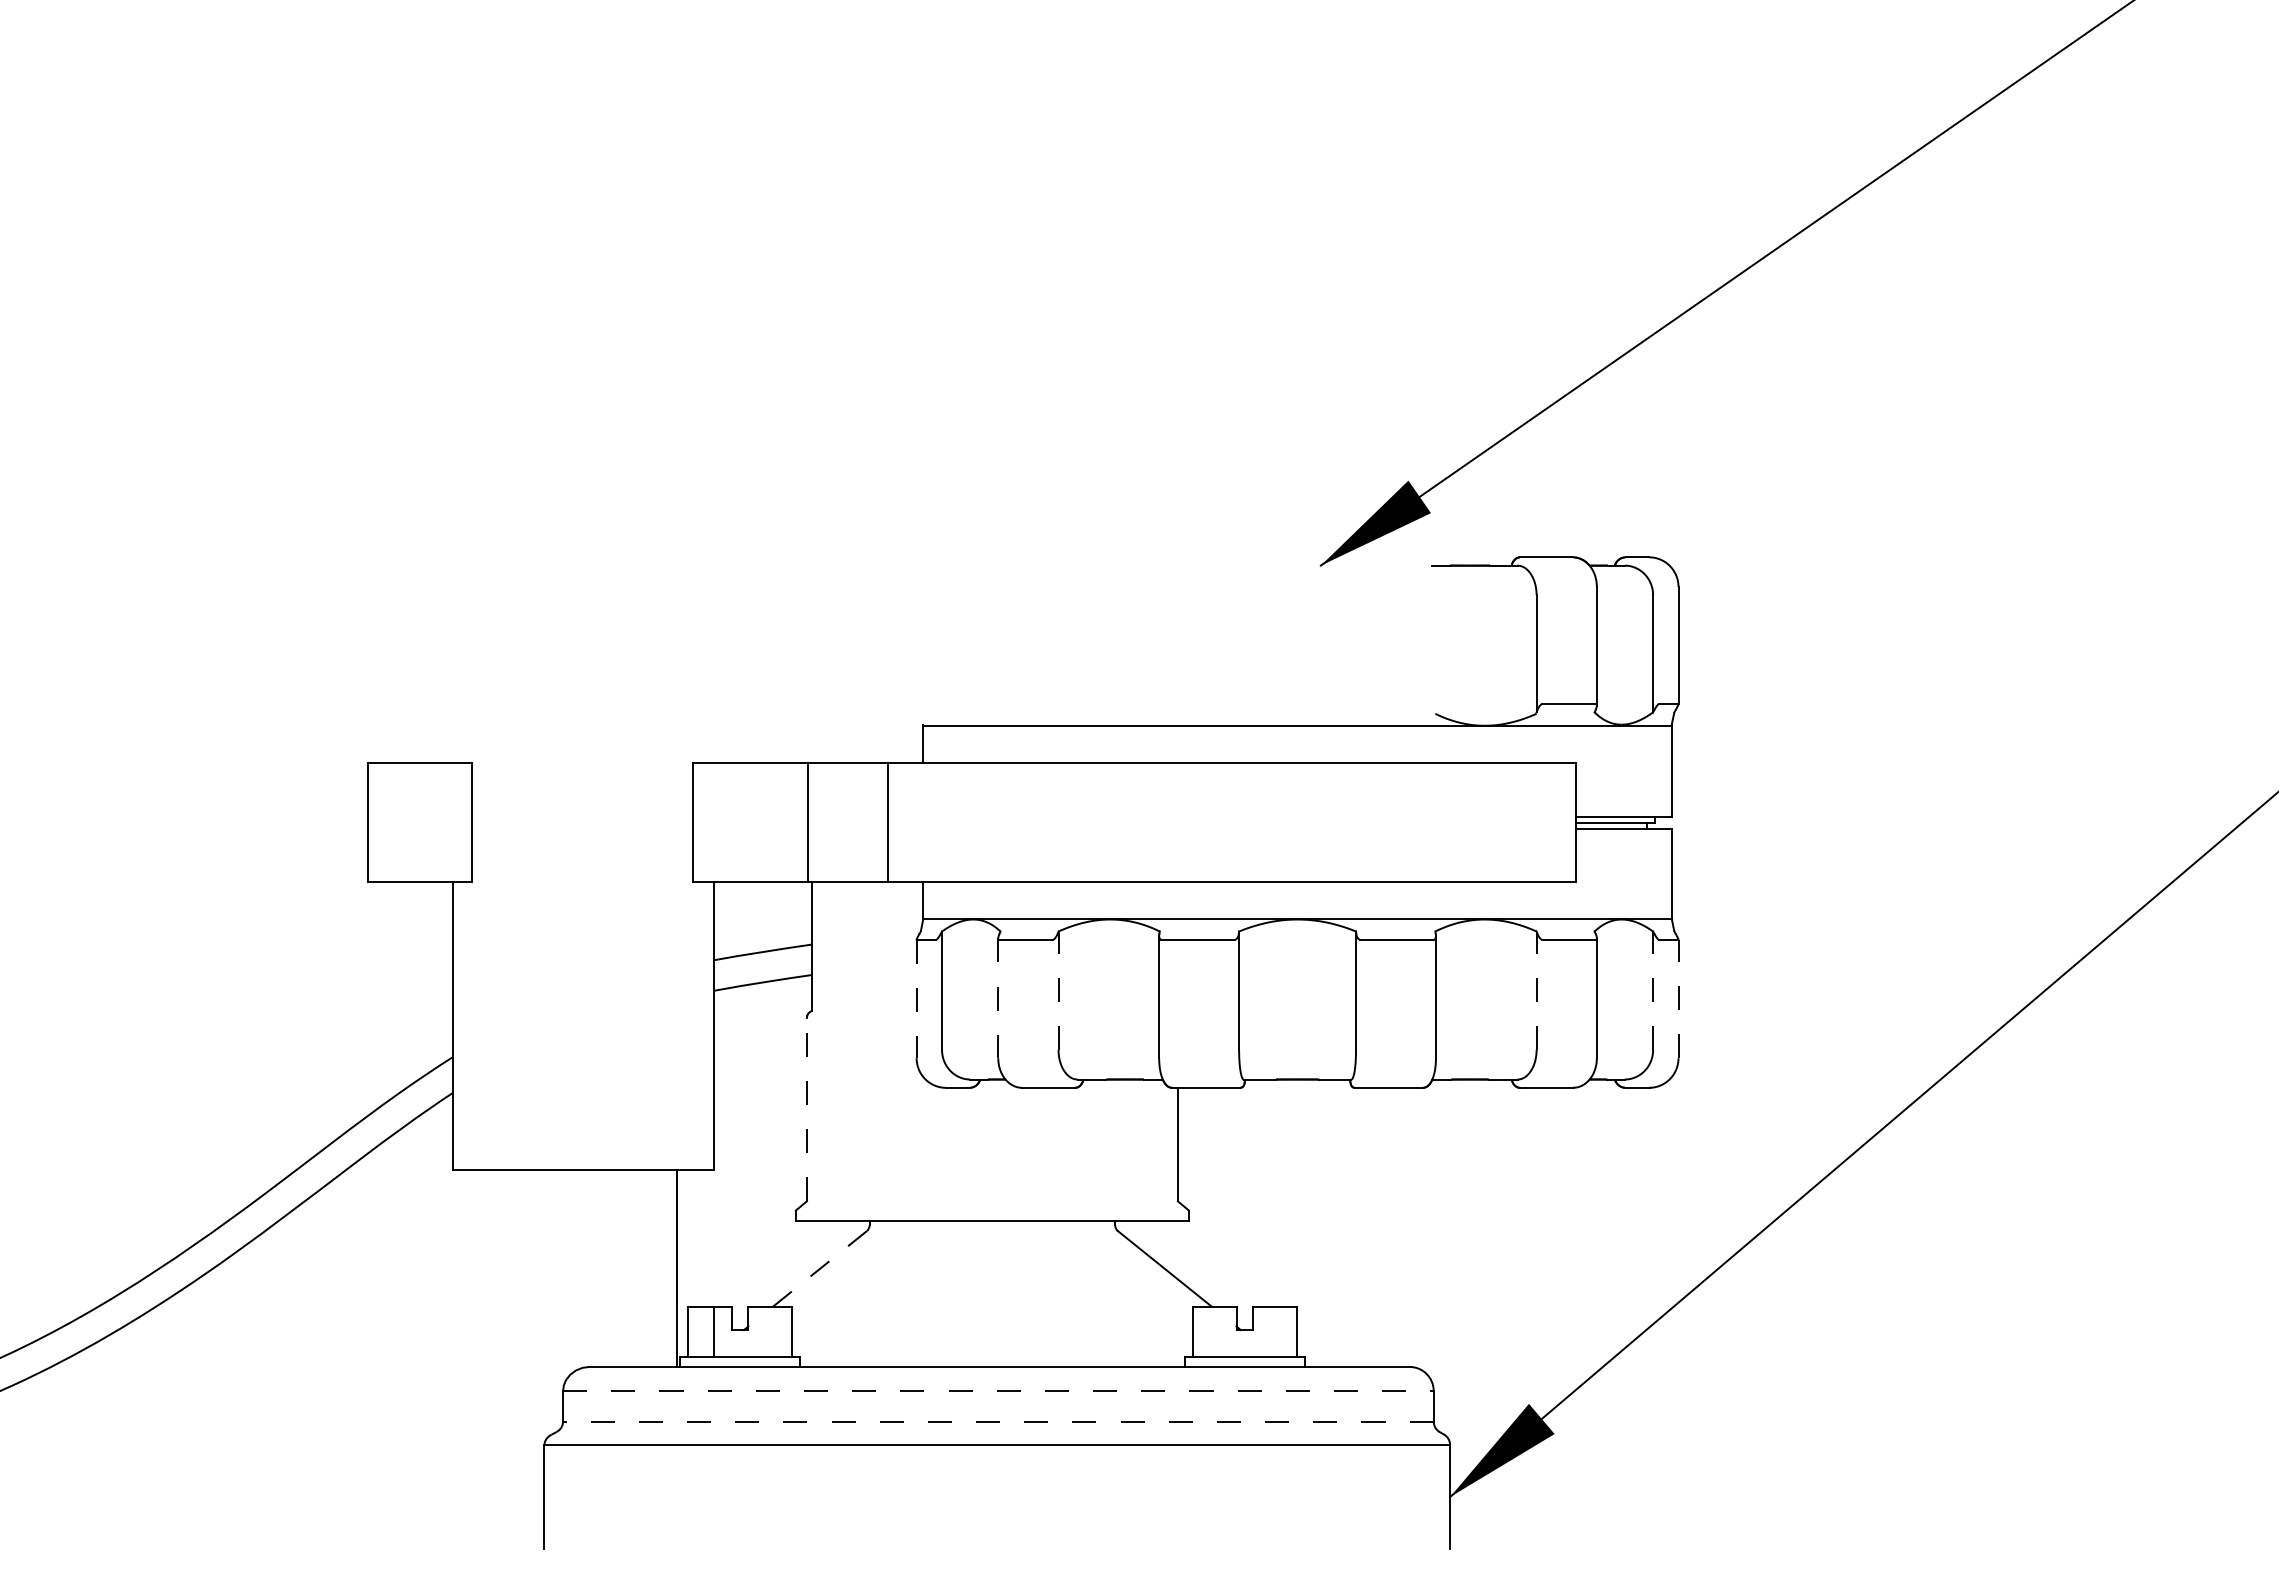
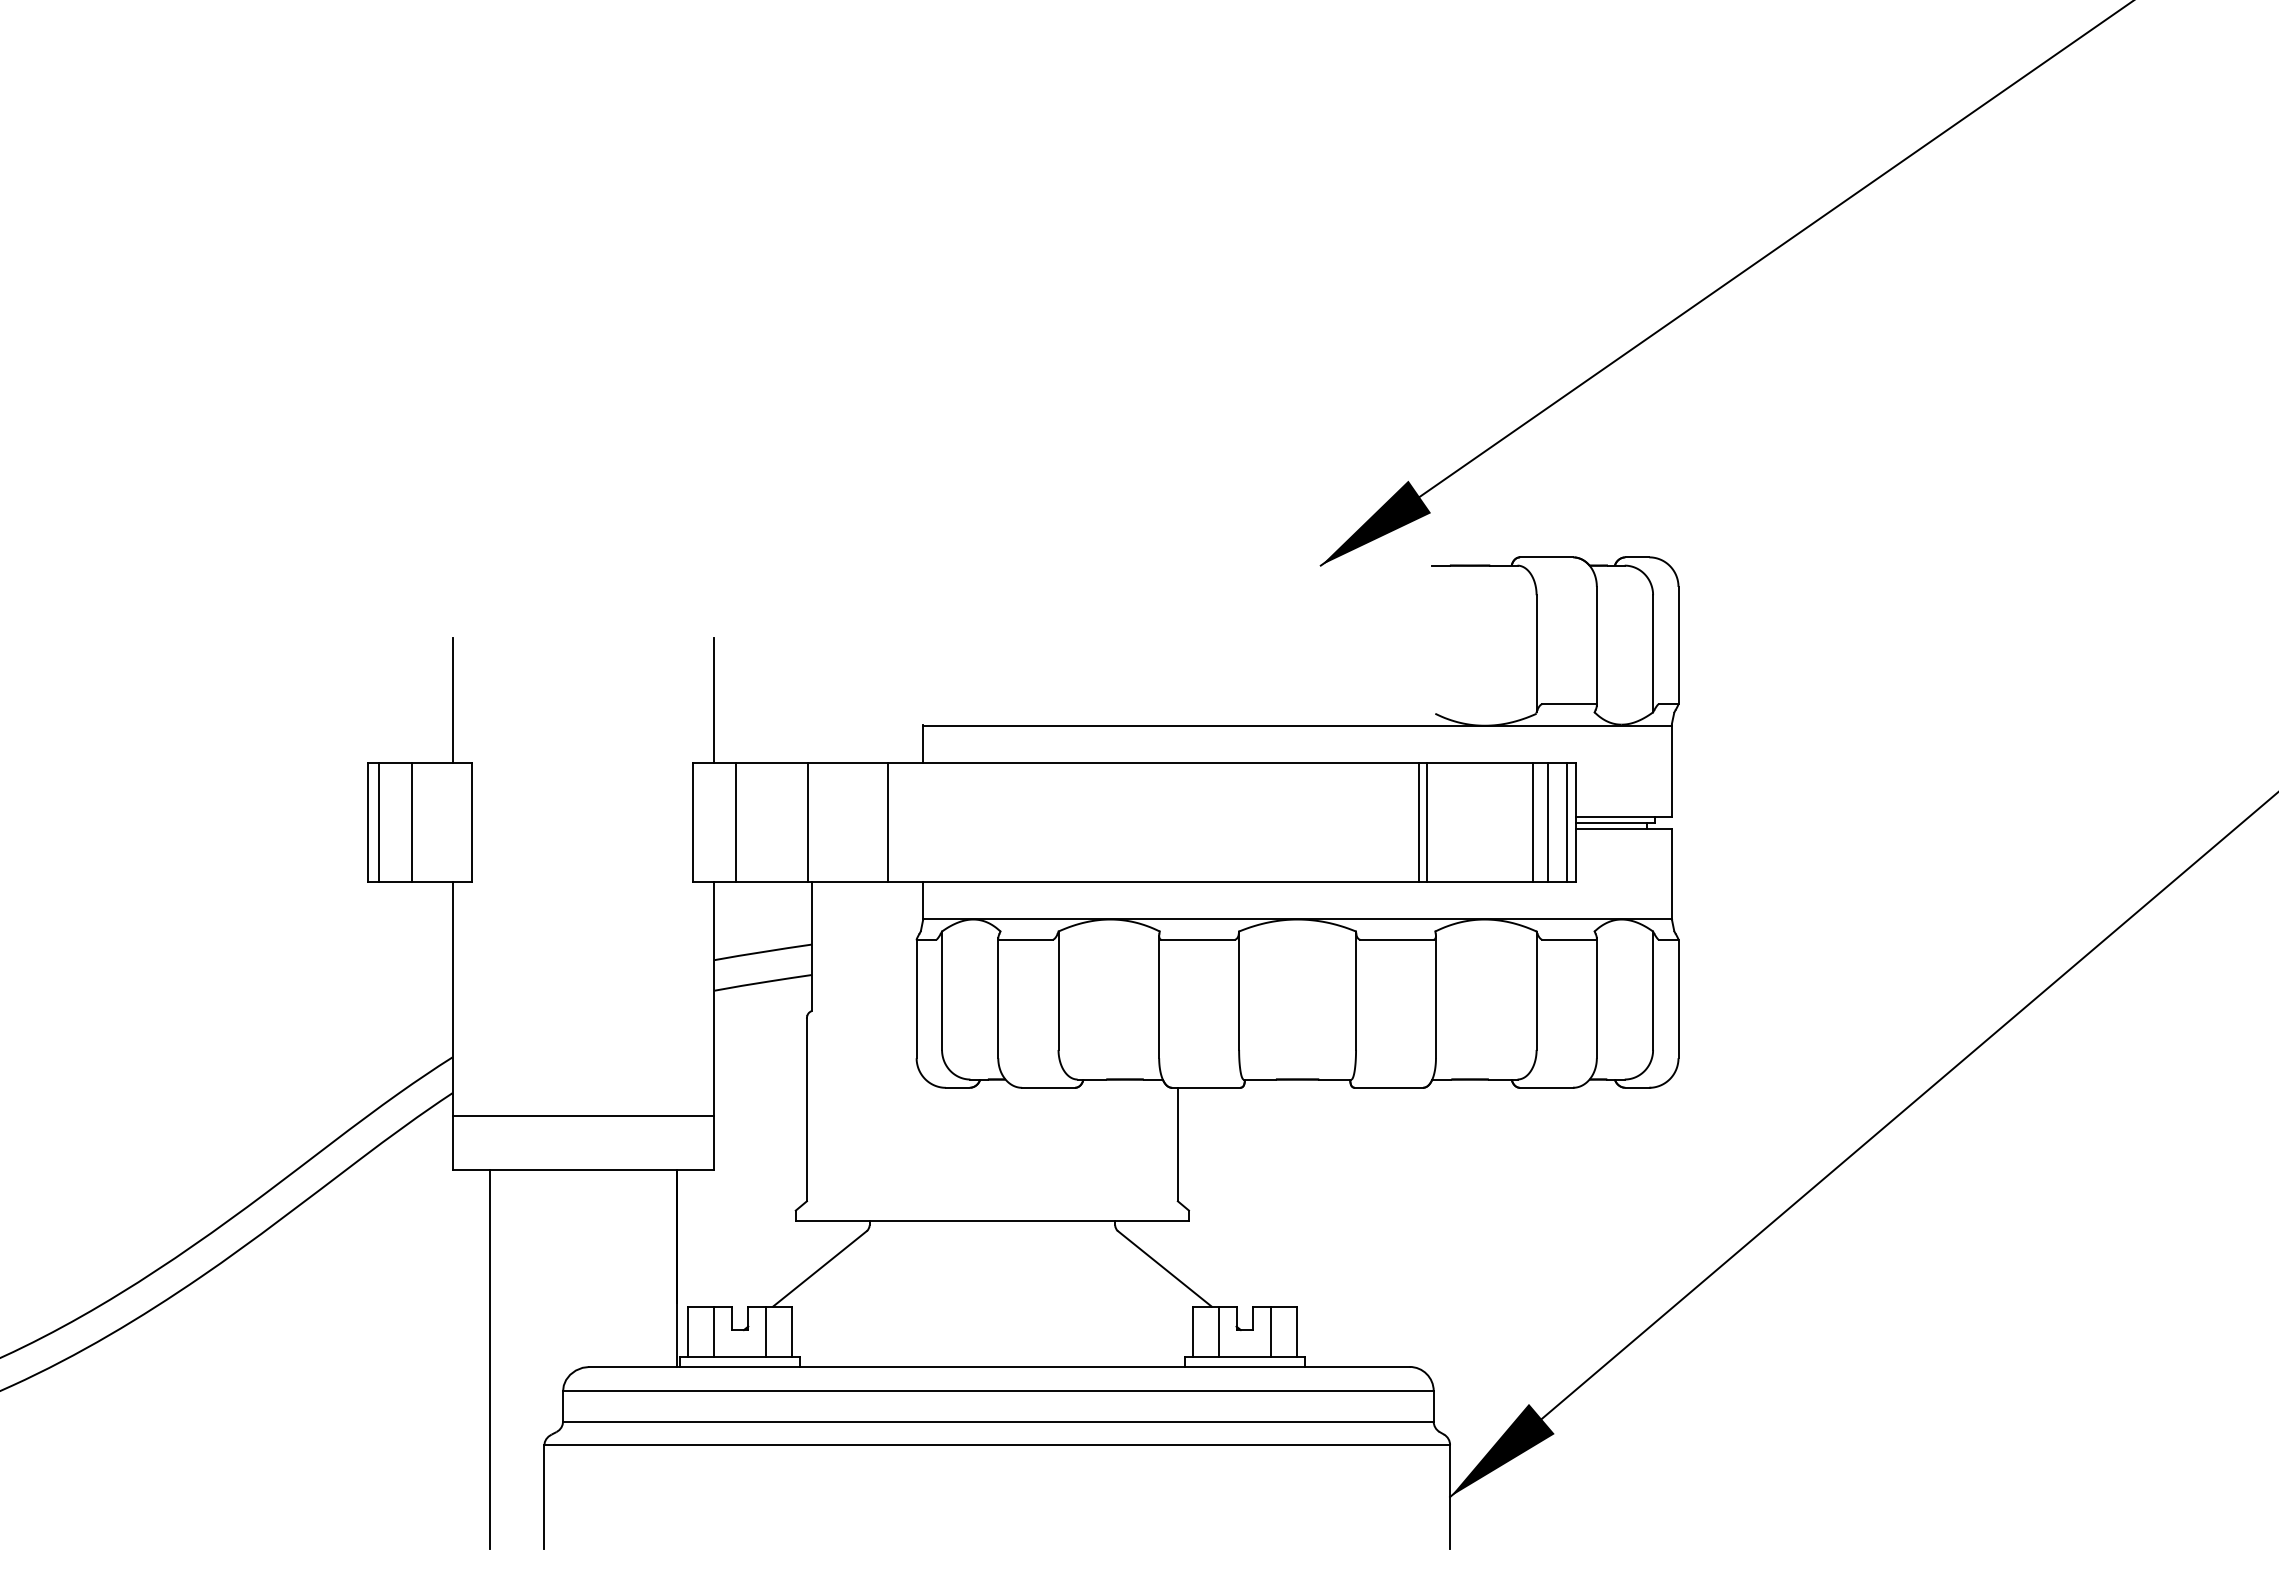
line at (452, 700): none -> present
line at (714, 700): none -> present
line at (379, 822): none -> present
line at (411, 822): none -> present
line at (735, 822): none -> present
line at (1419, 822): none -> present
line at (1427, 822): none -> present
line at (1532, 822): none -> present
line at (1548, 822): none -> present
line at (1566, 822): none -> present
line at (1058, 990): dashed -> solid
line at (1536, 990): dashed -> solid
line at (1653, 990): dashed -> solid
line at (998, 998): dashed -> solid
line at (1678, 998): dashed -> solid
line at (916, 999): dashed -> solid
line at (806, 1109): dashed -> solid
line at (583, 1116): none -> present
line at (819, 1269): dashed -> solid
line at (765, 1331): none -> present
line at (1219, 1331): none -> present
line at (1270, 1331): none -> present
line at (489, 1359): none -> present
line at (998, 1391): dashed -> solid
line at (997, 1421): dashed -> solid
